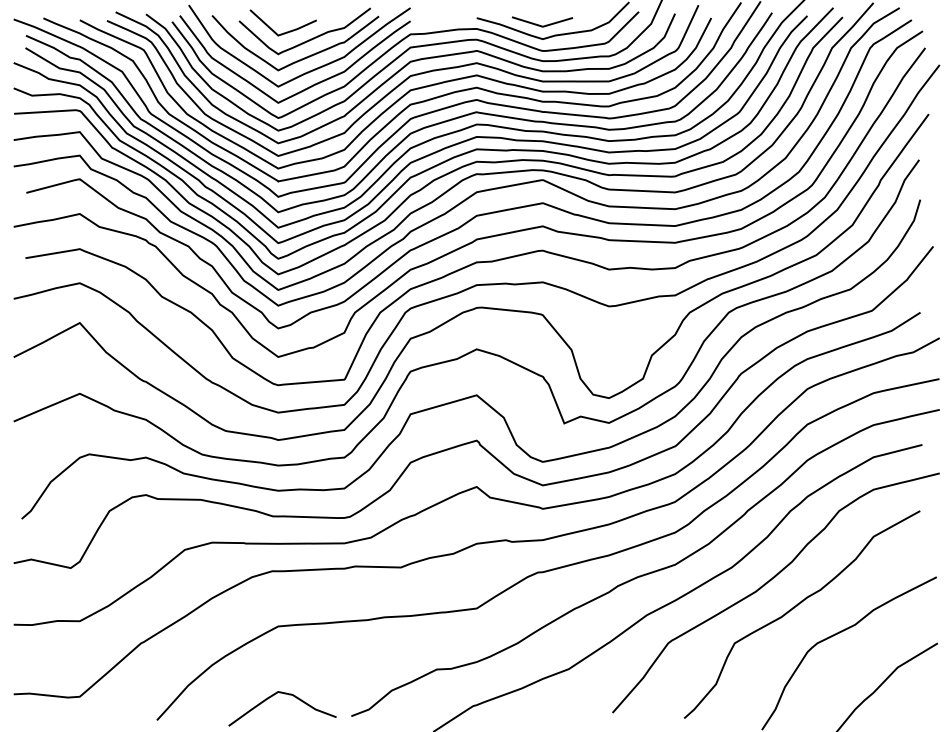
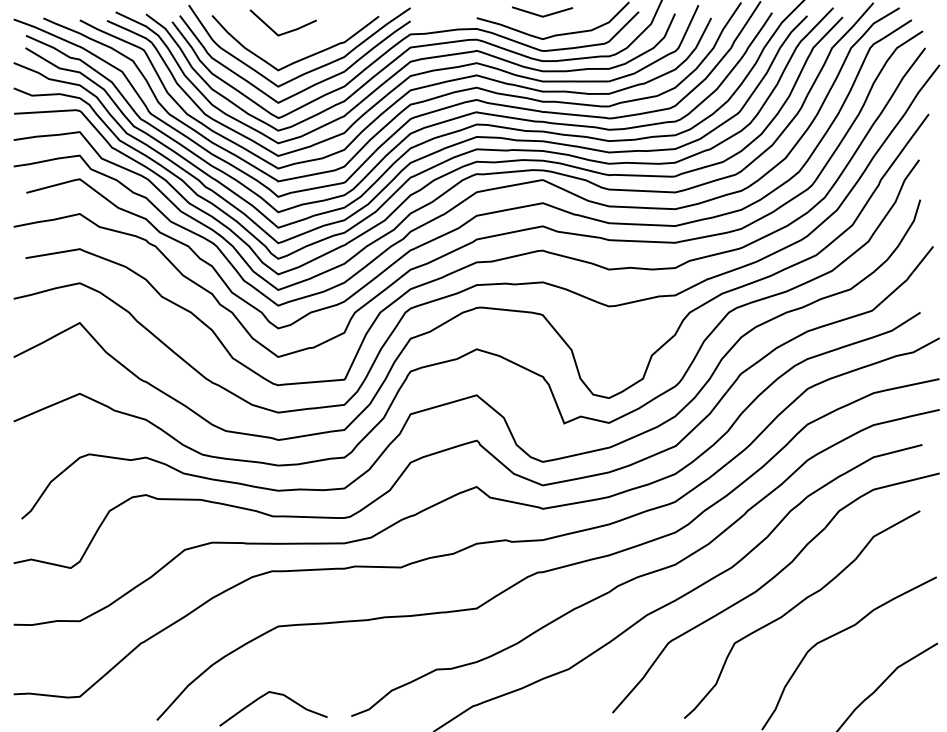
line at (542, 25) position: (542, 25) -> (542, 15)
curve at (308, 39): present -> none
curve at (284, 694) position: (284, 694) -> (275, 694)
